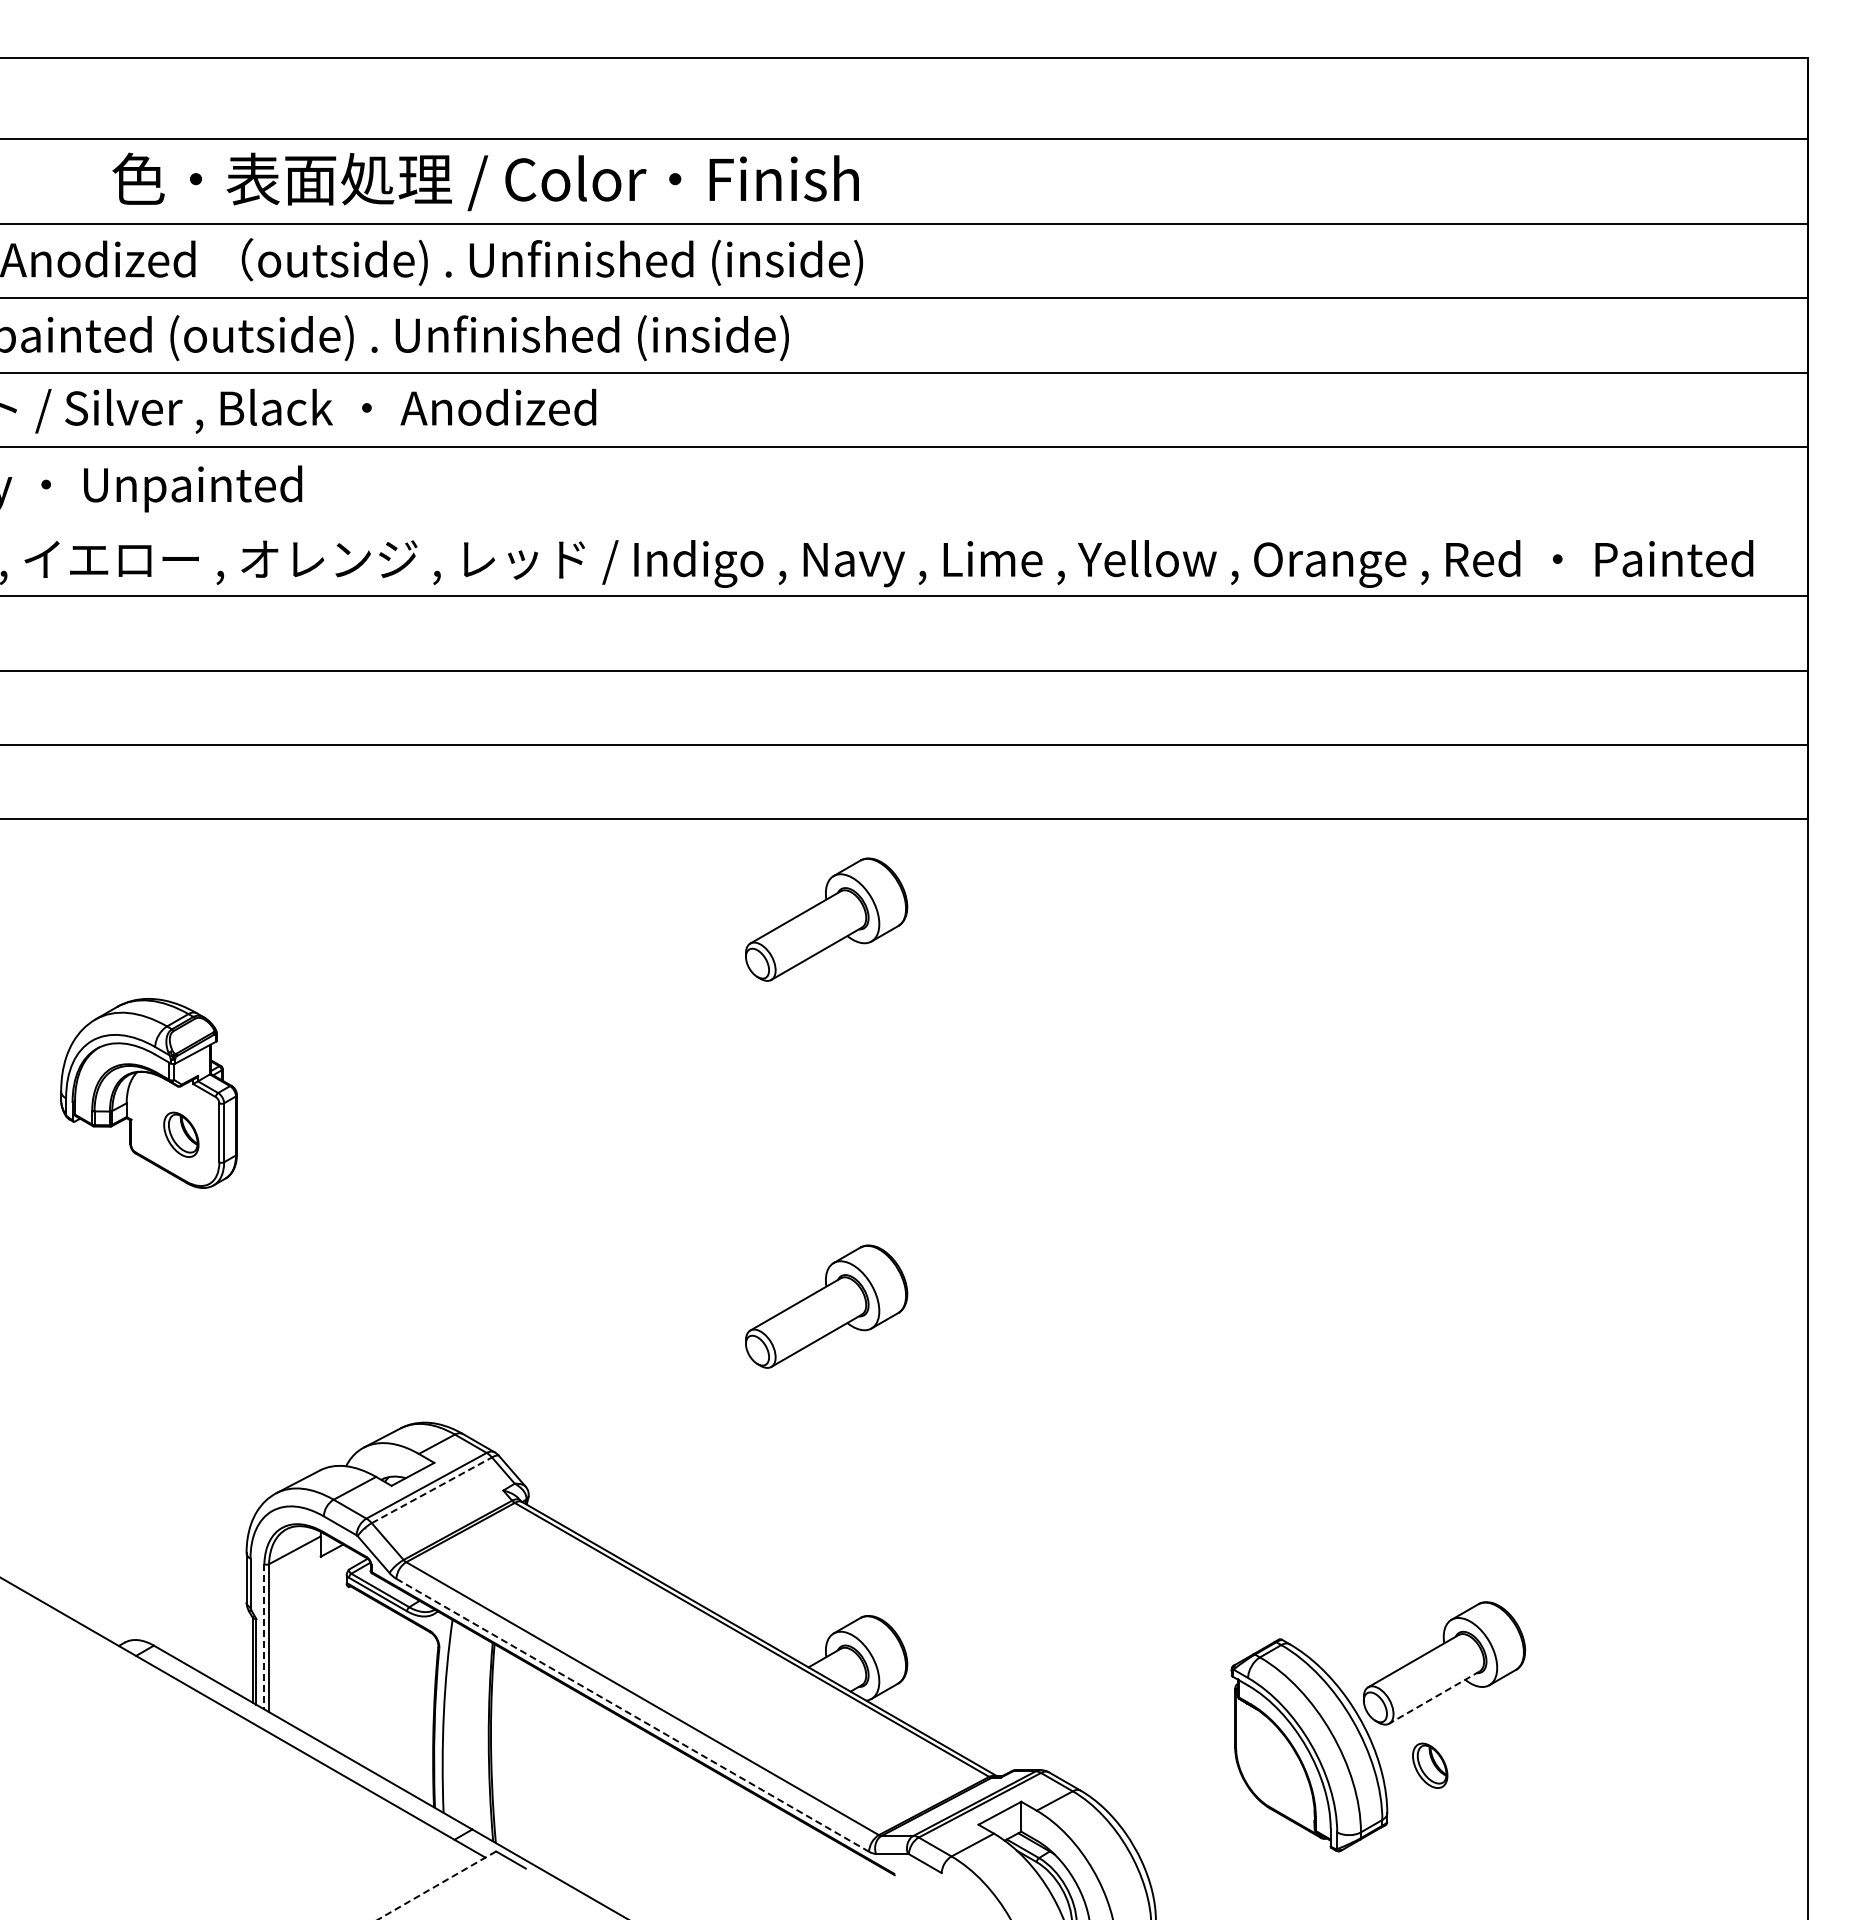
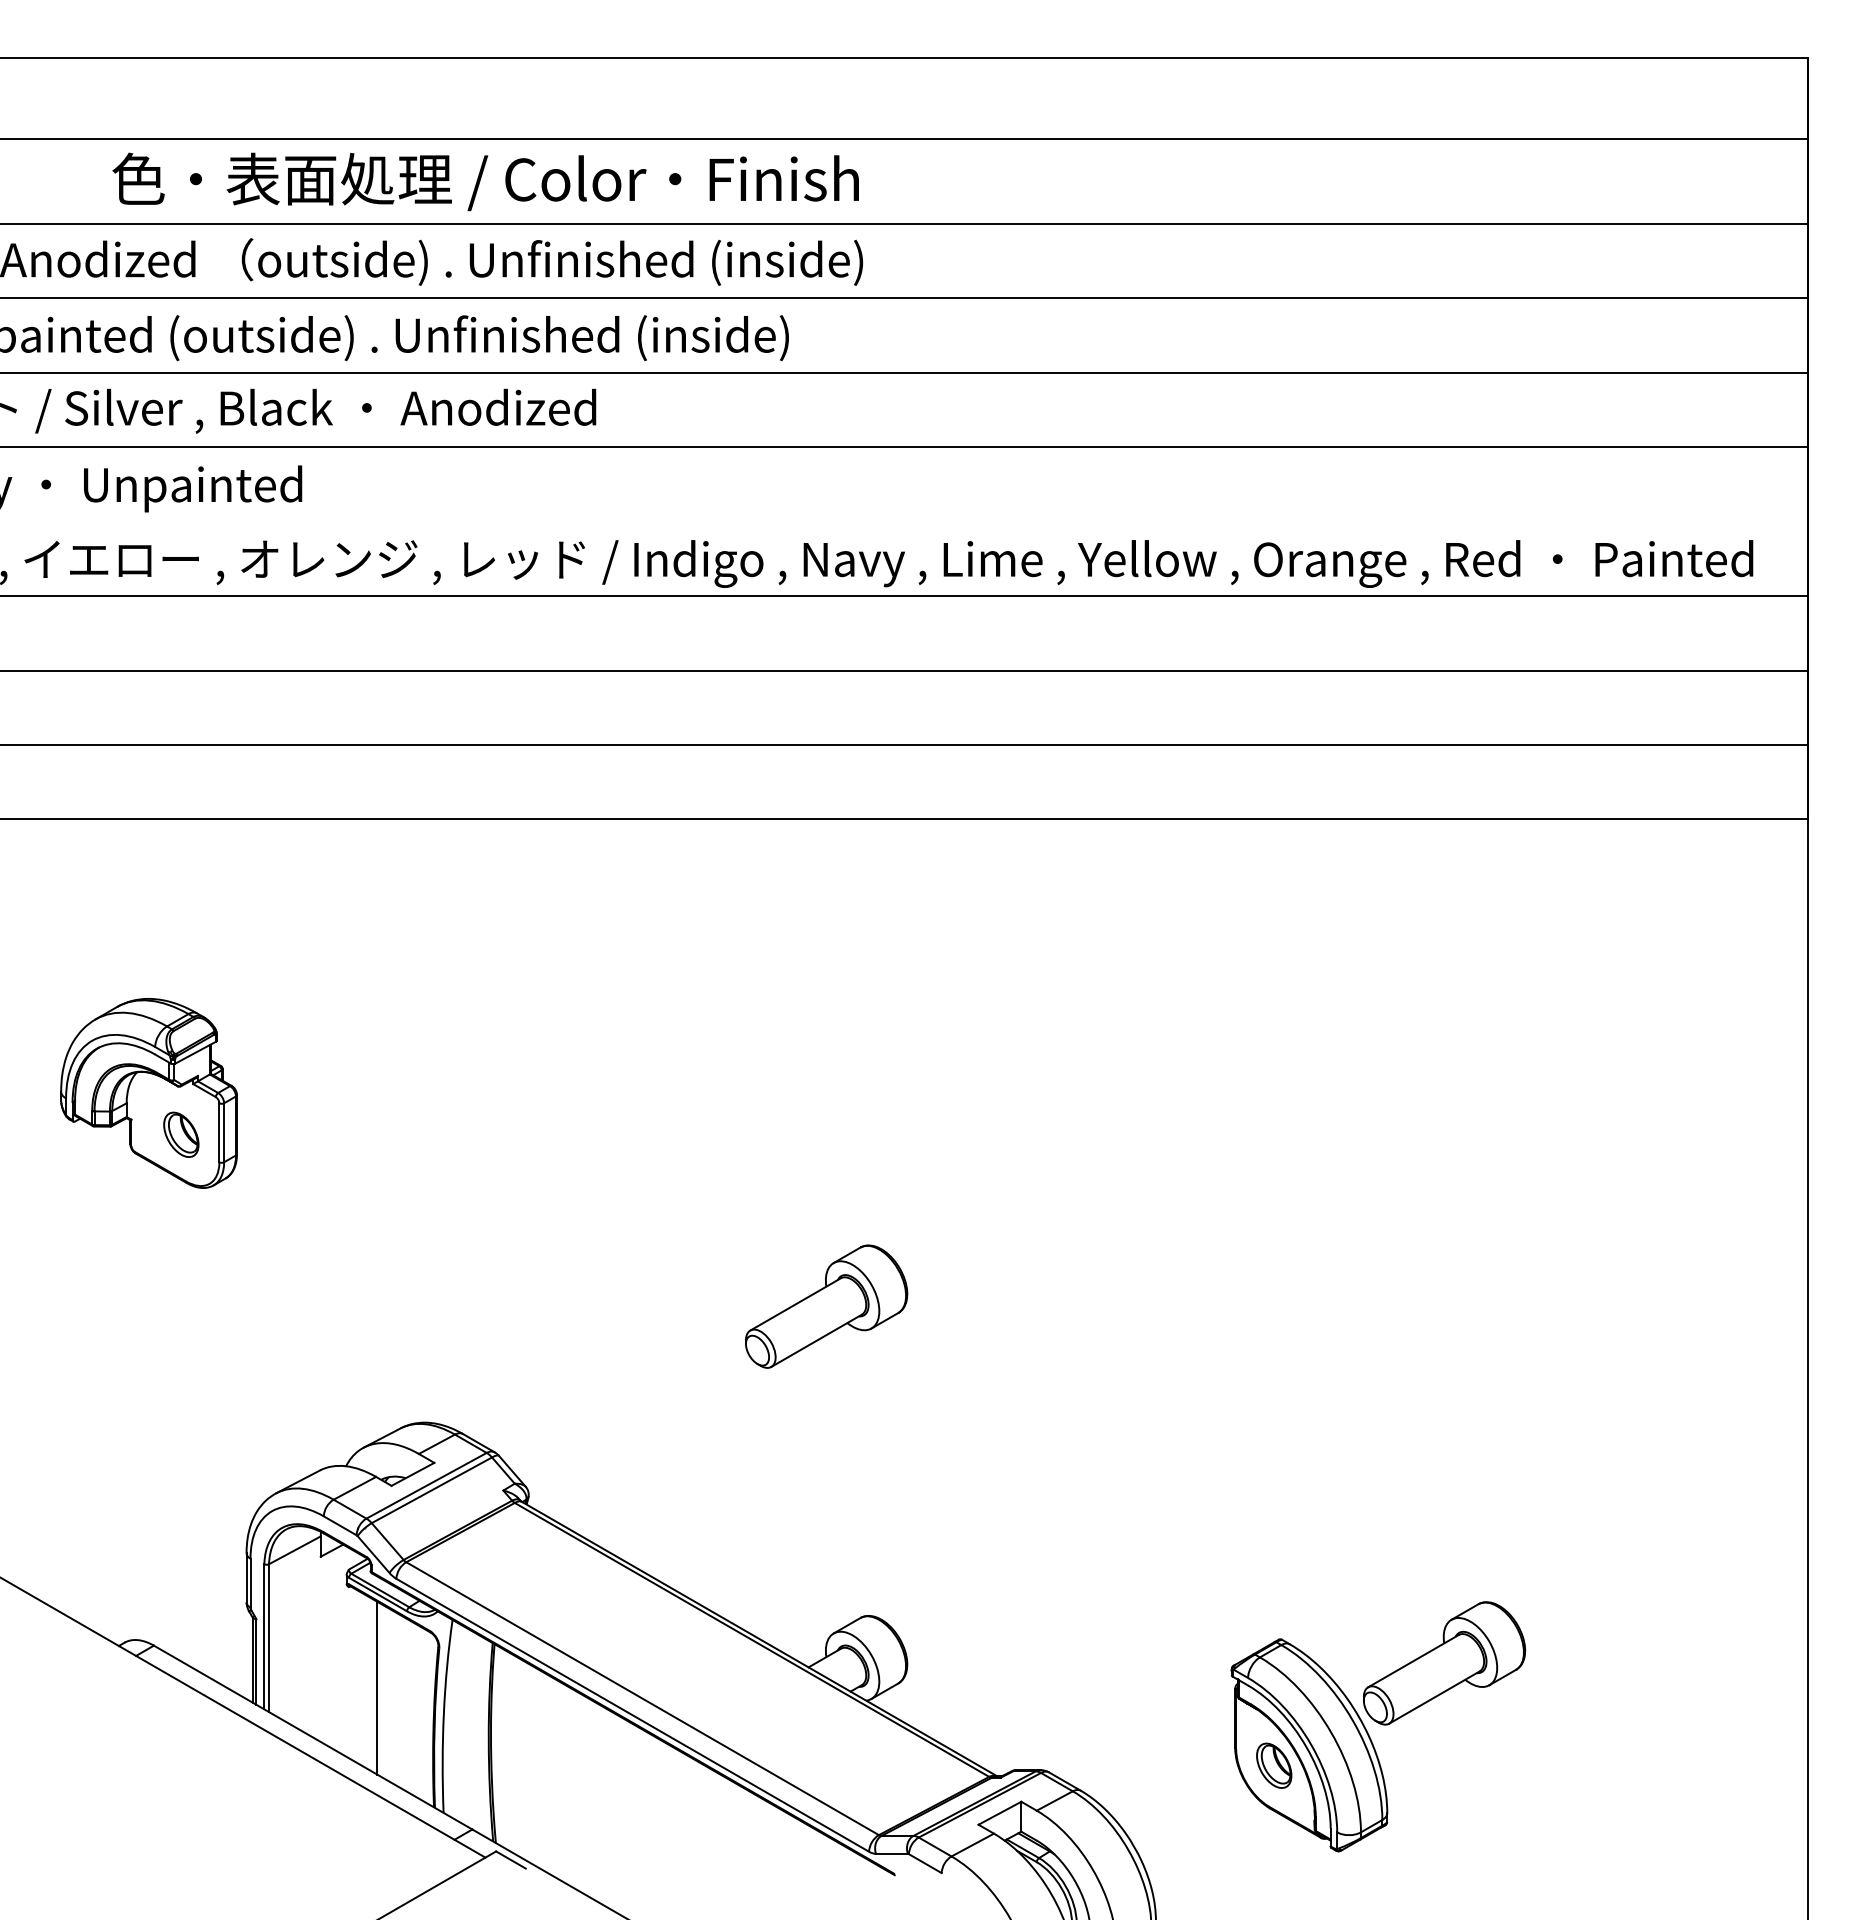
part at (826, 919): present -> none
line at (431, 1490): dashed -> solid
line at (264, 1636): dashed -> solid
line at (377, 1687): none -> present
line at (1434, 1697): dashed -> solid
line at (632, 1715): dashed -> solid
part at (1430, 1765) position: (1430, 1765) -> (1274, 1765)
line at (436, 1885): dashed -> solid
